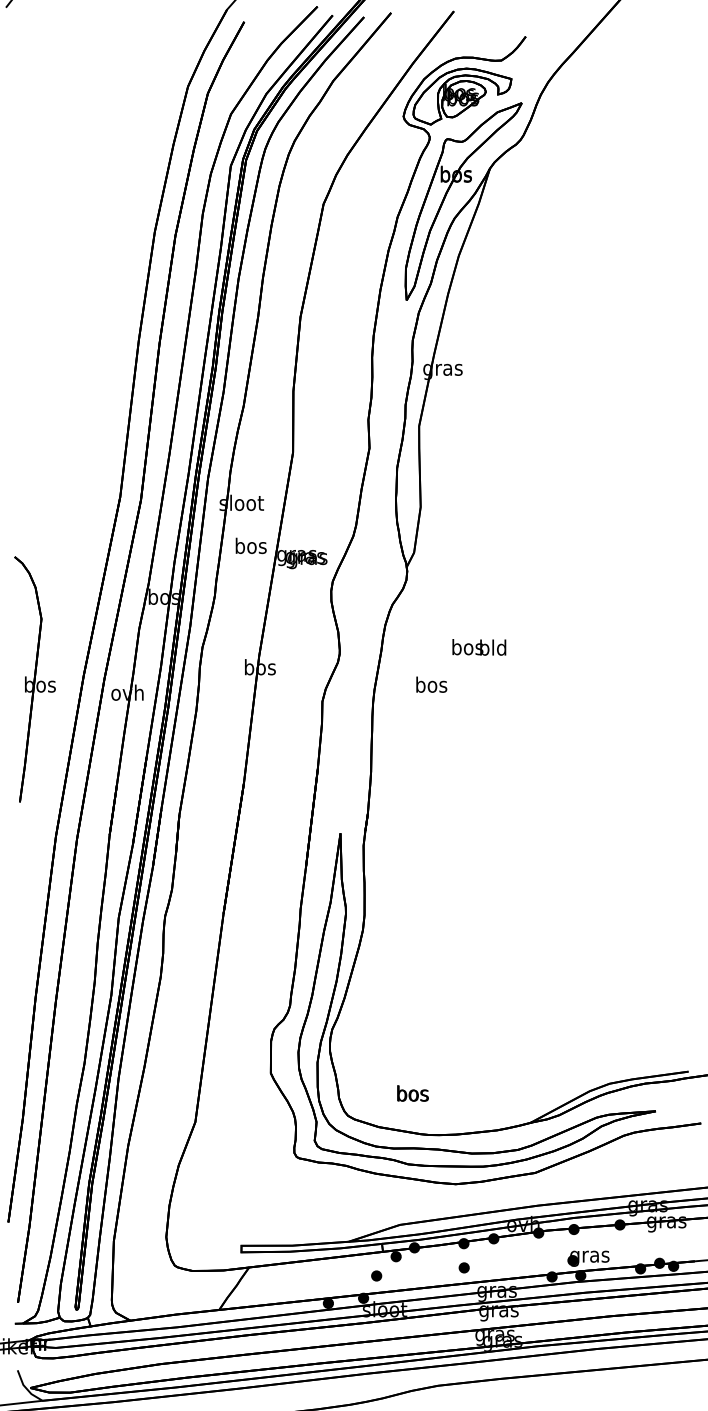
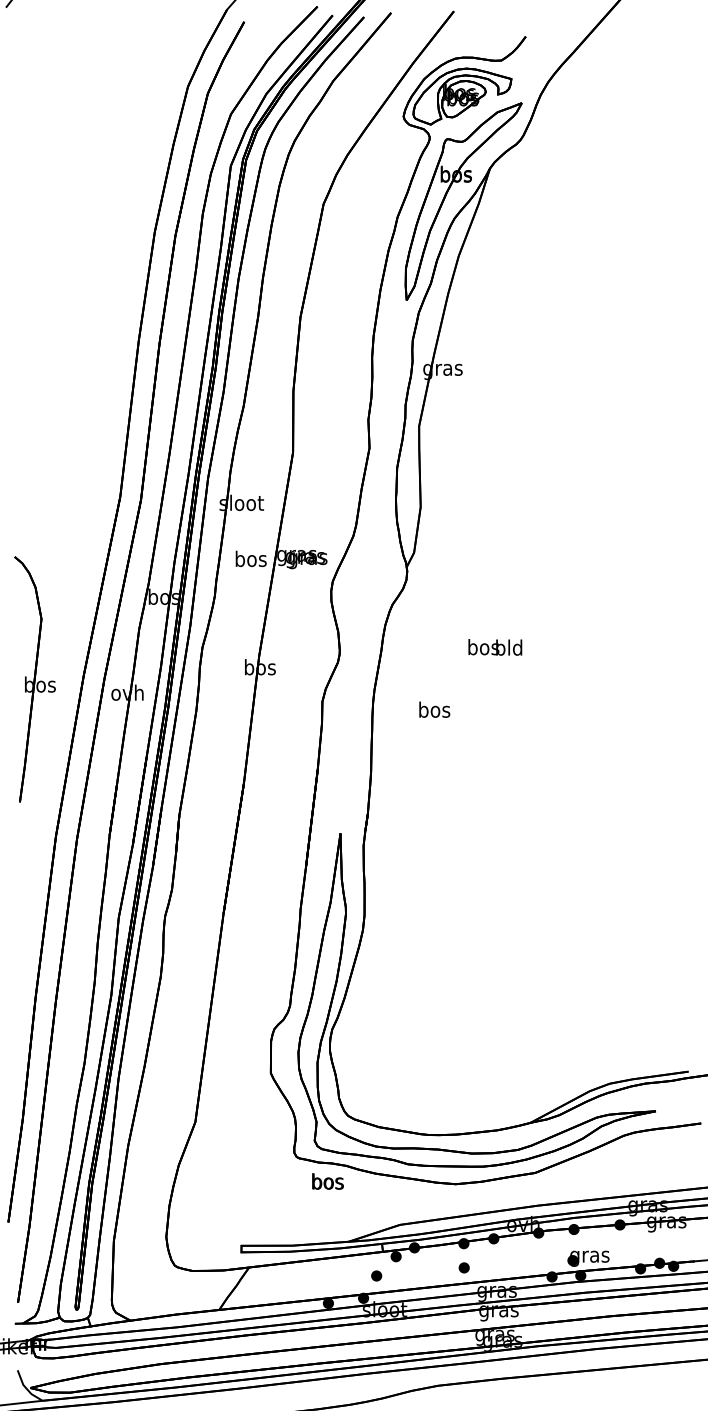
text at (250, 545) position: (250, 545) -> (250, 558)
text at (479, 647) position: (479, 647) -> (495, 647)
text at (431, 684) position: (431, 684) -> (434, 709)
text at (412, 1093) position: (412, 1093) -> (327, 1181)
